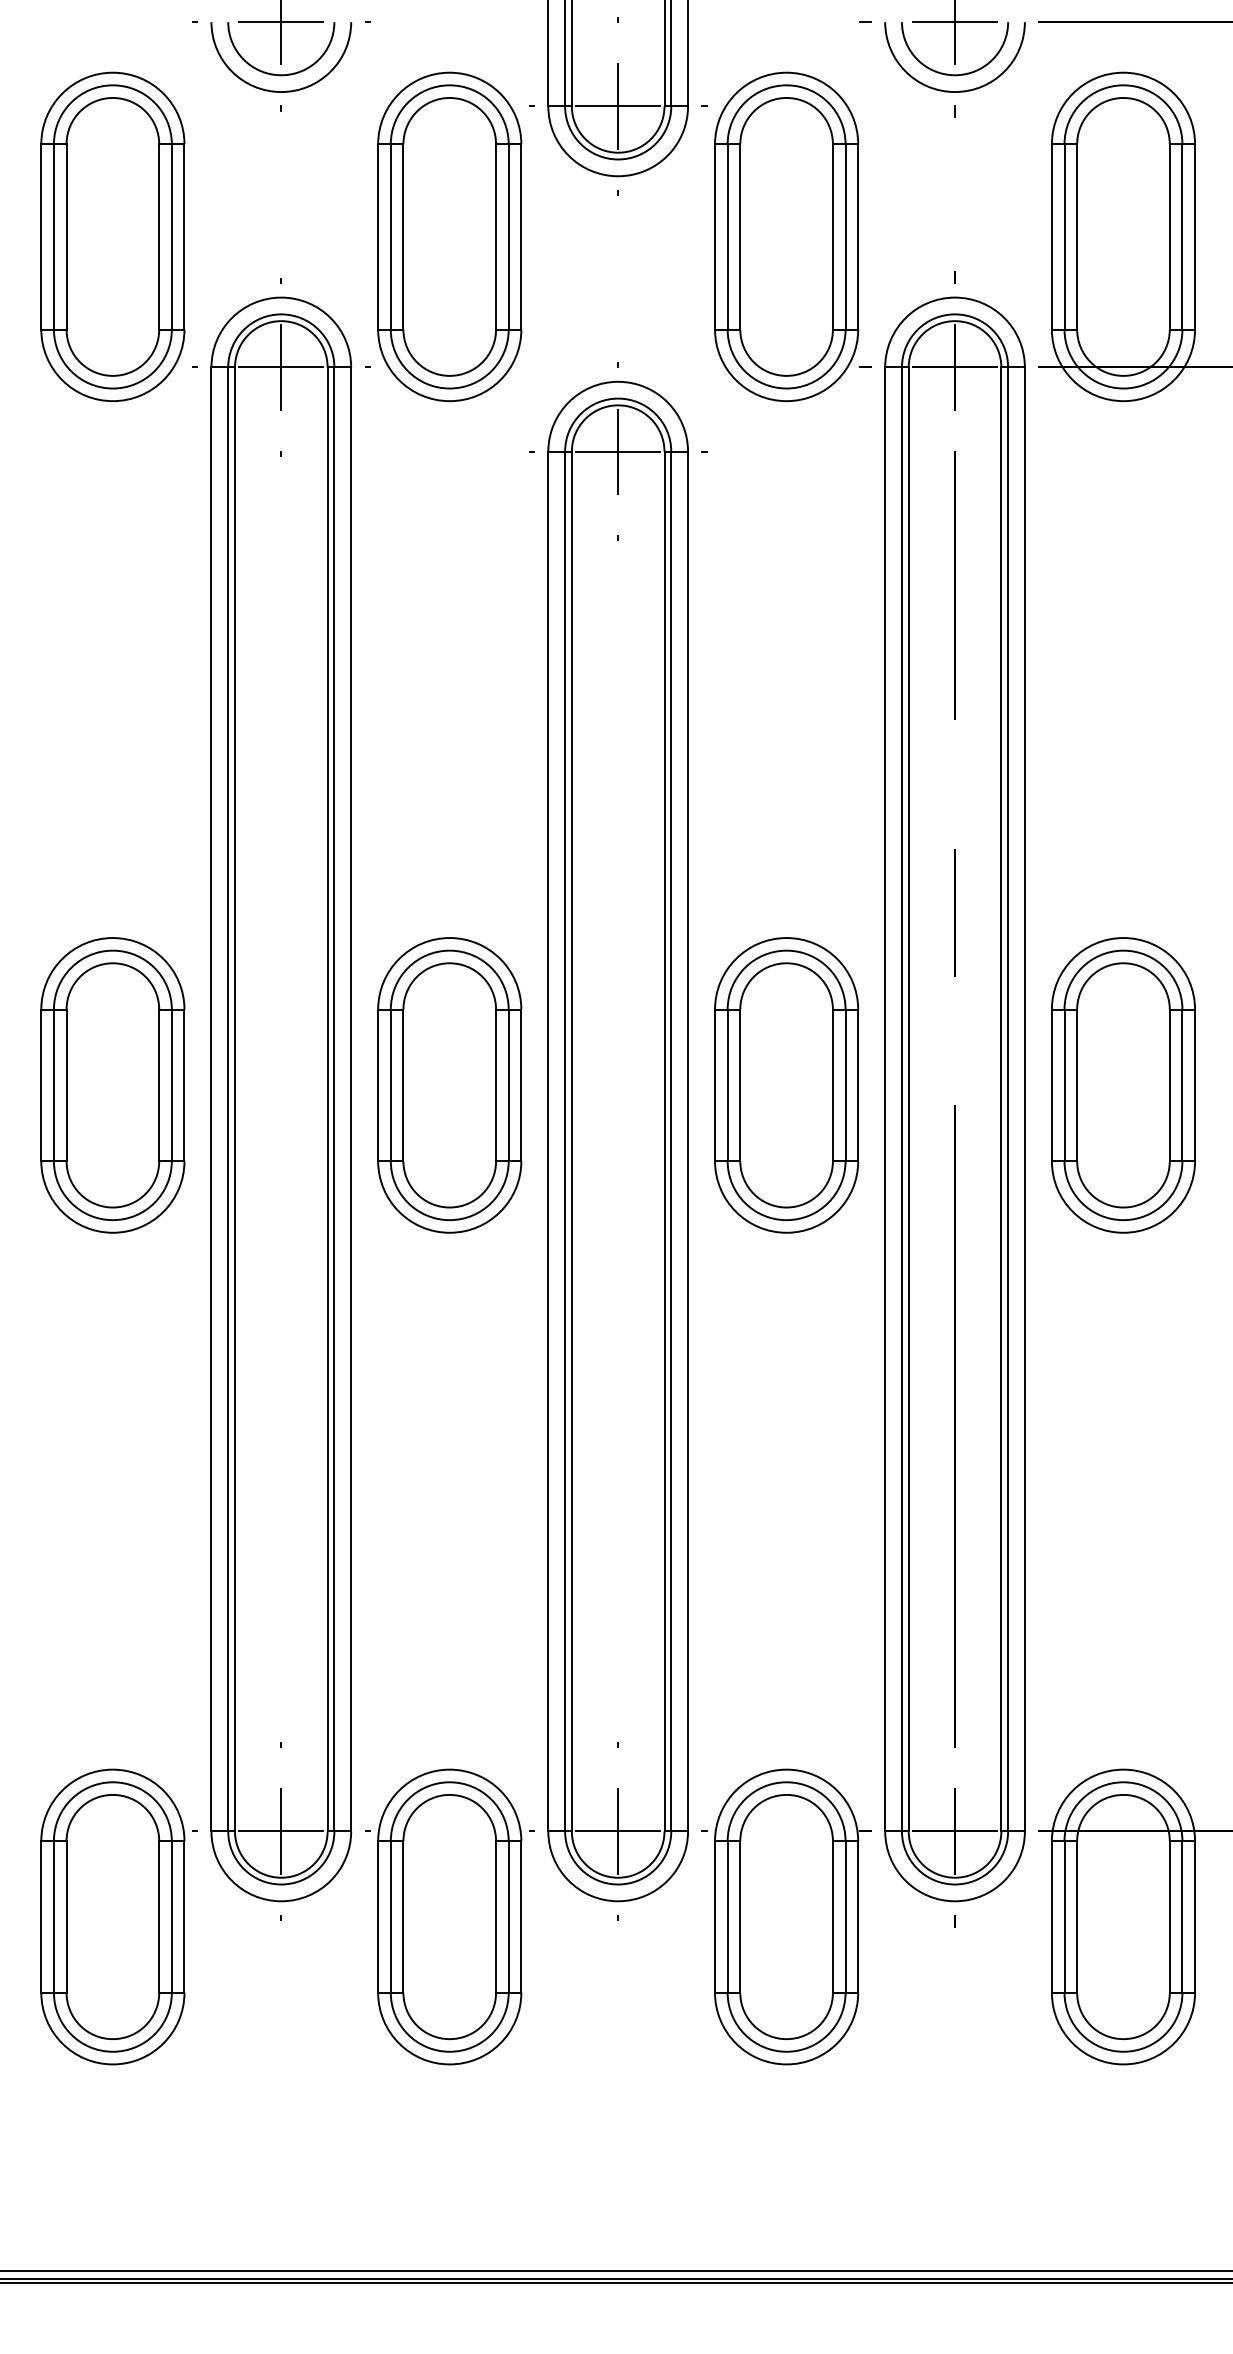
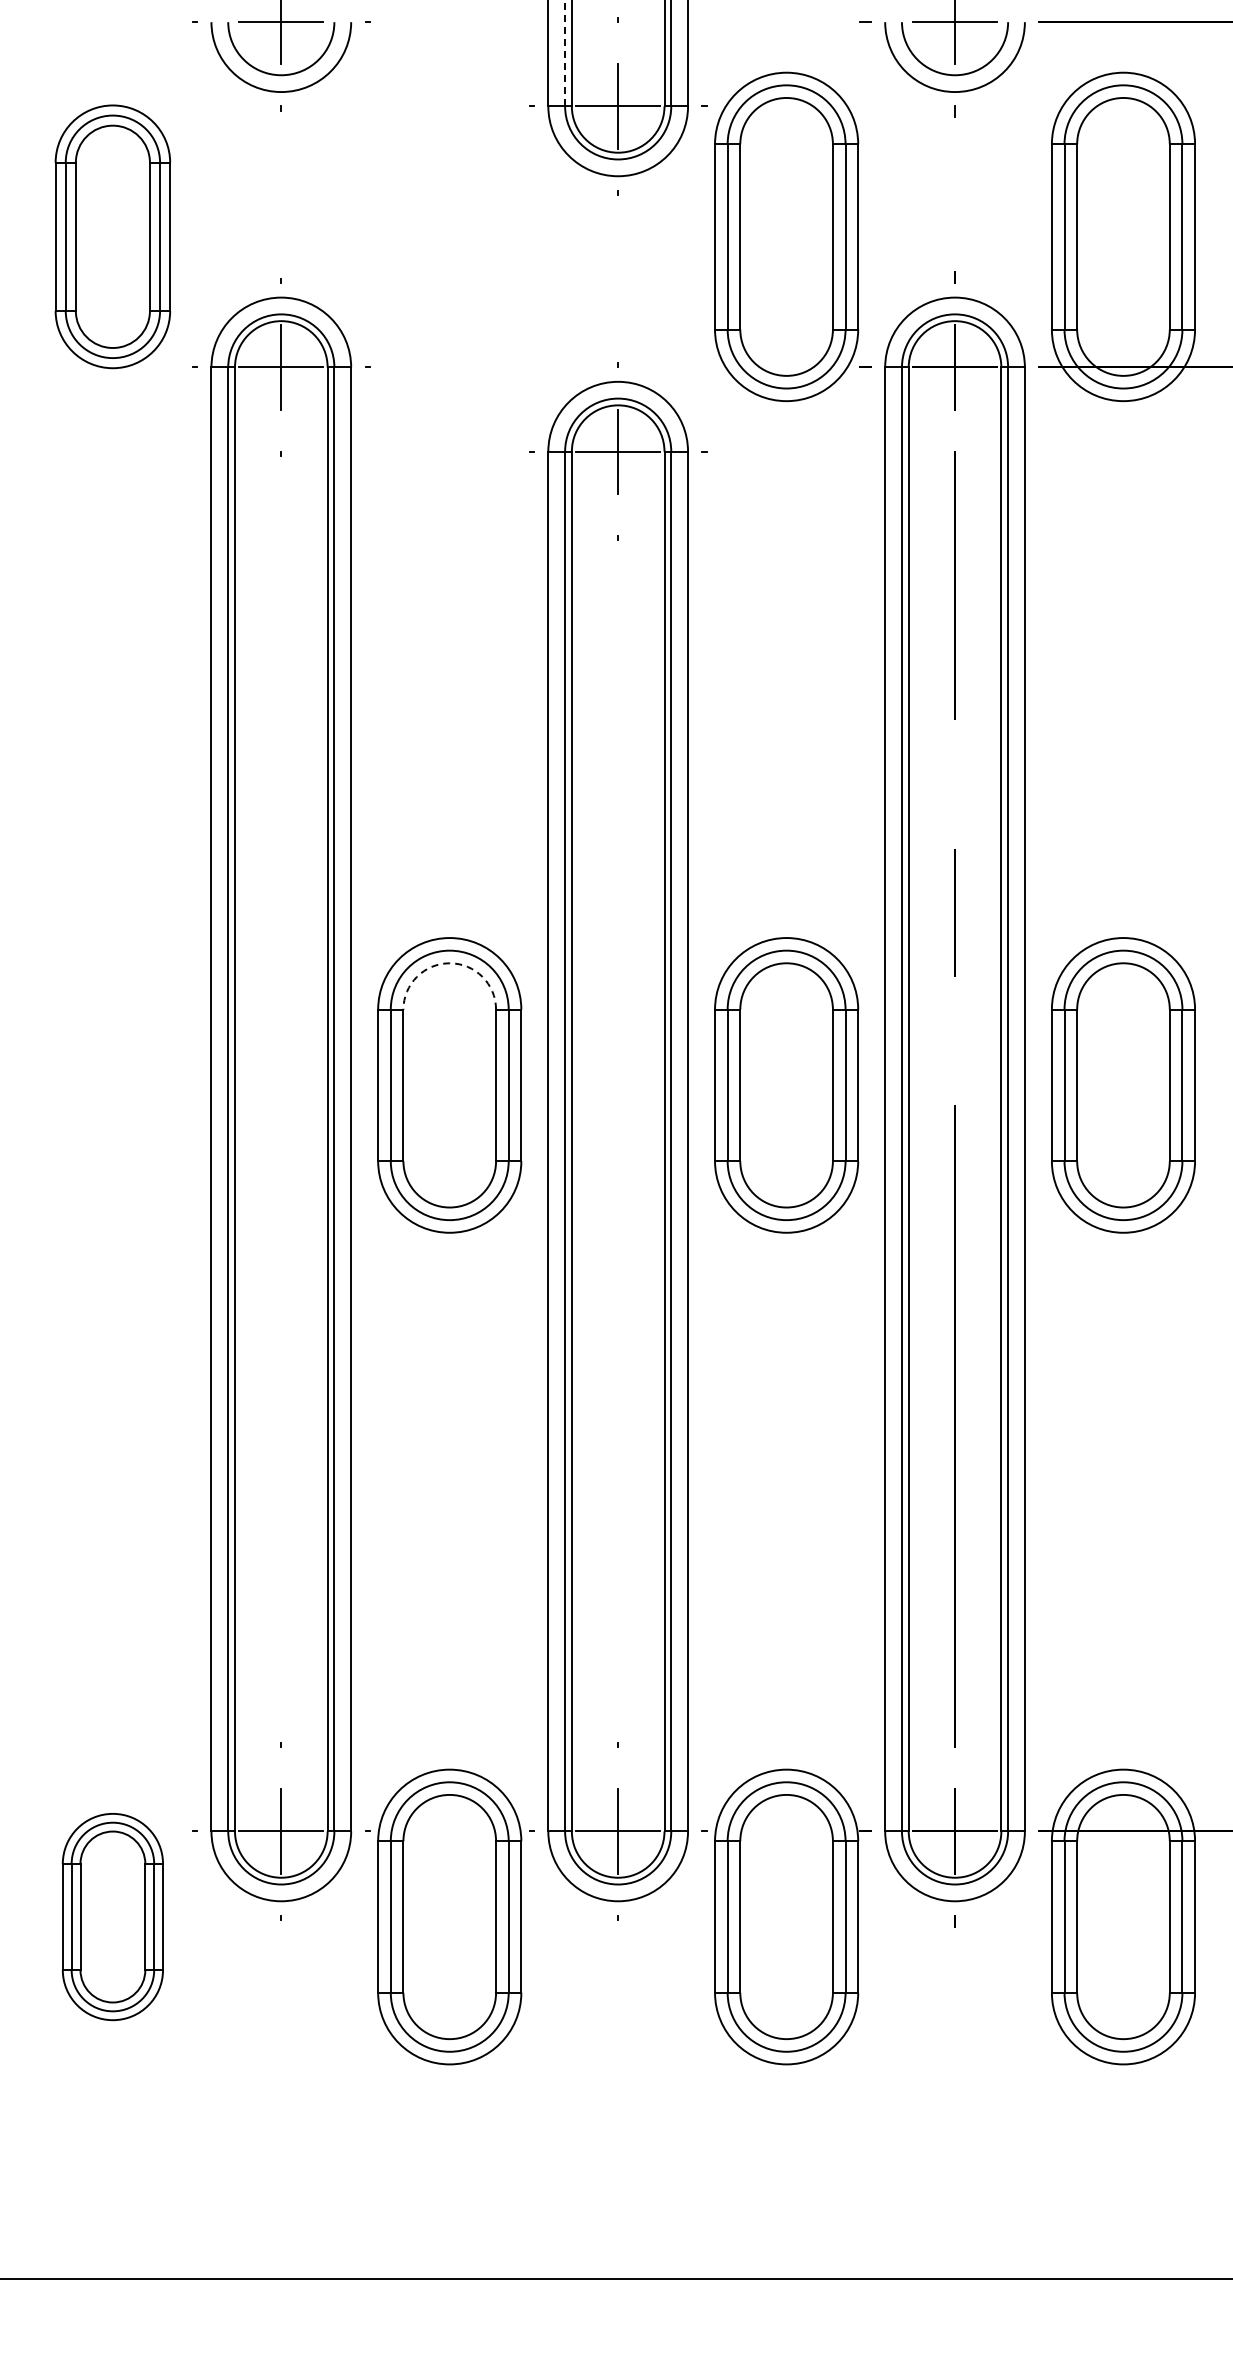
line at (565, 53): solid -> dashed
part at (112, 236) size: 146x331 px -> 118x266 px
part at (449, 236): present -> none
arc at (449, 963): solid -> dashed
part at (112, 1085): present -> none
part at (112, 1916) size: 146x298 px -> 103x209 px
line at (615, 2270): present -> none
line at (615, 2283): present -> none
